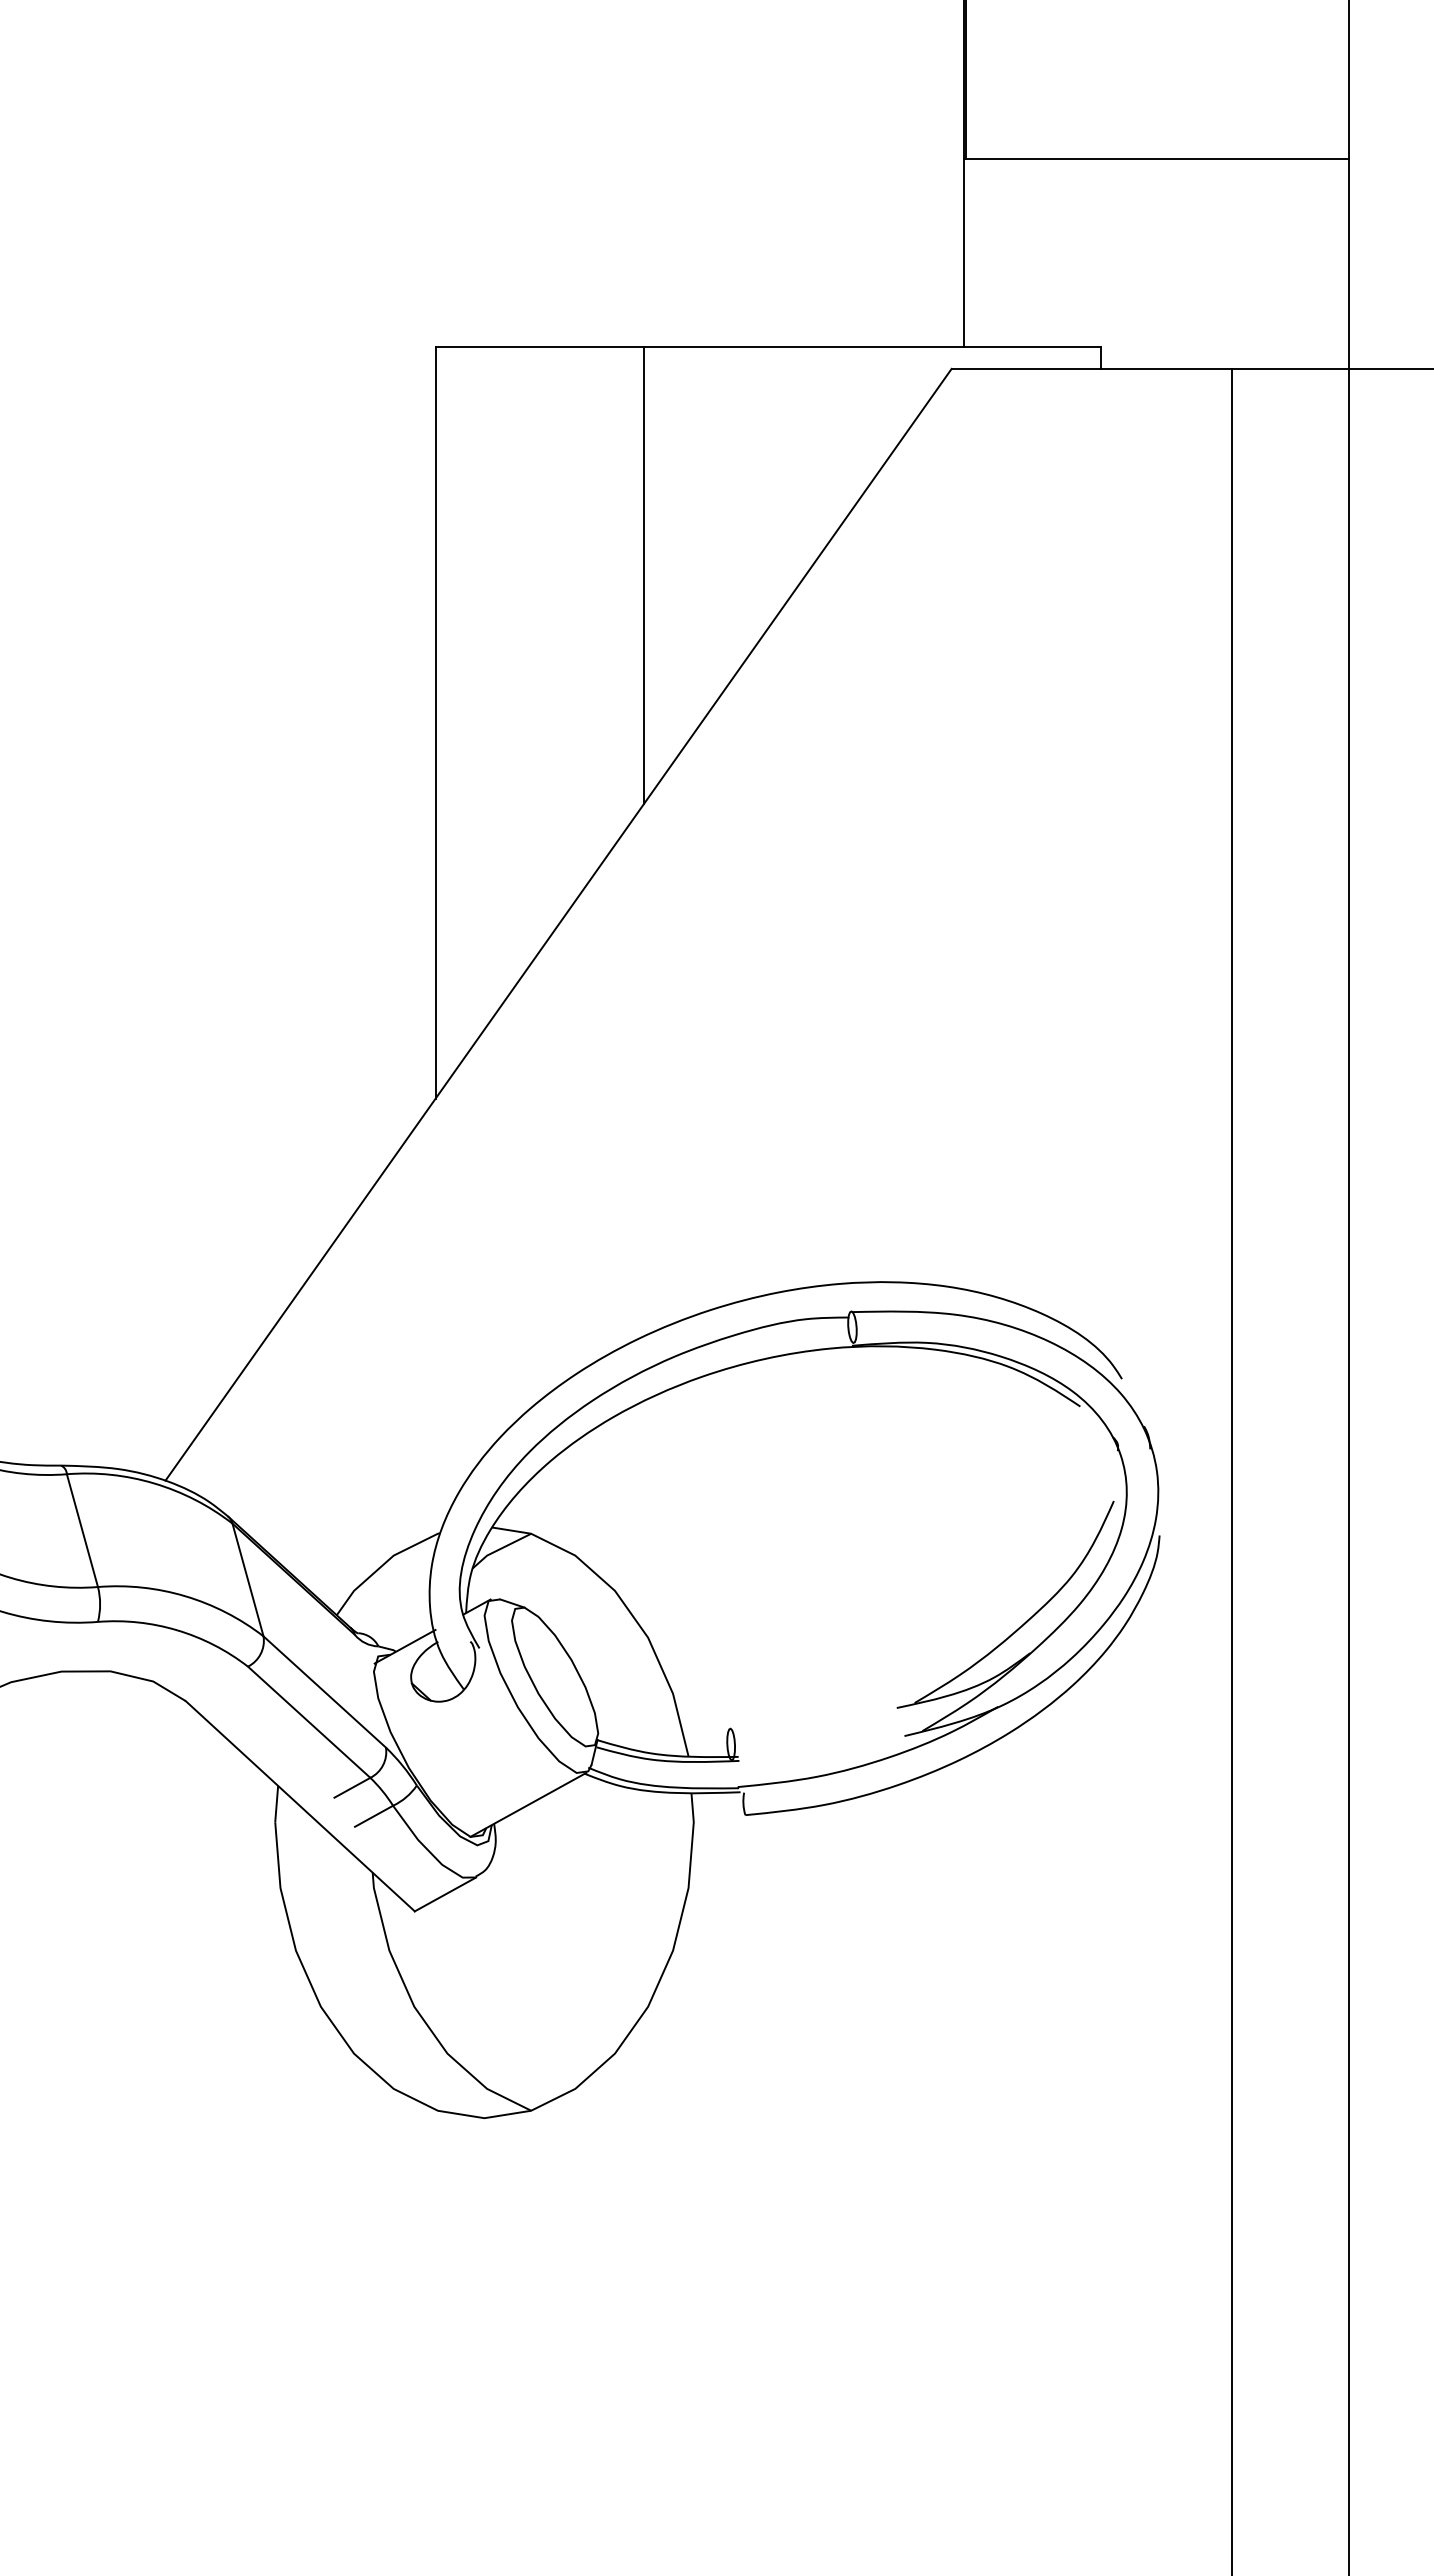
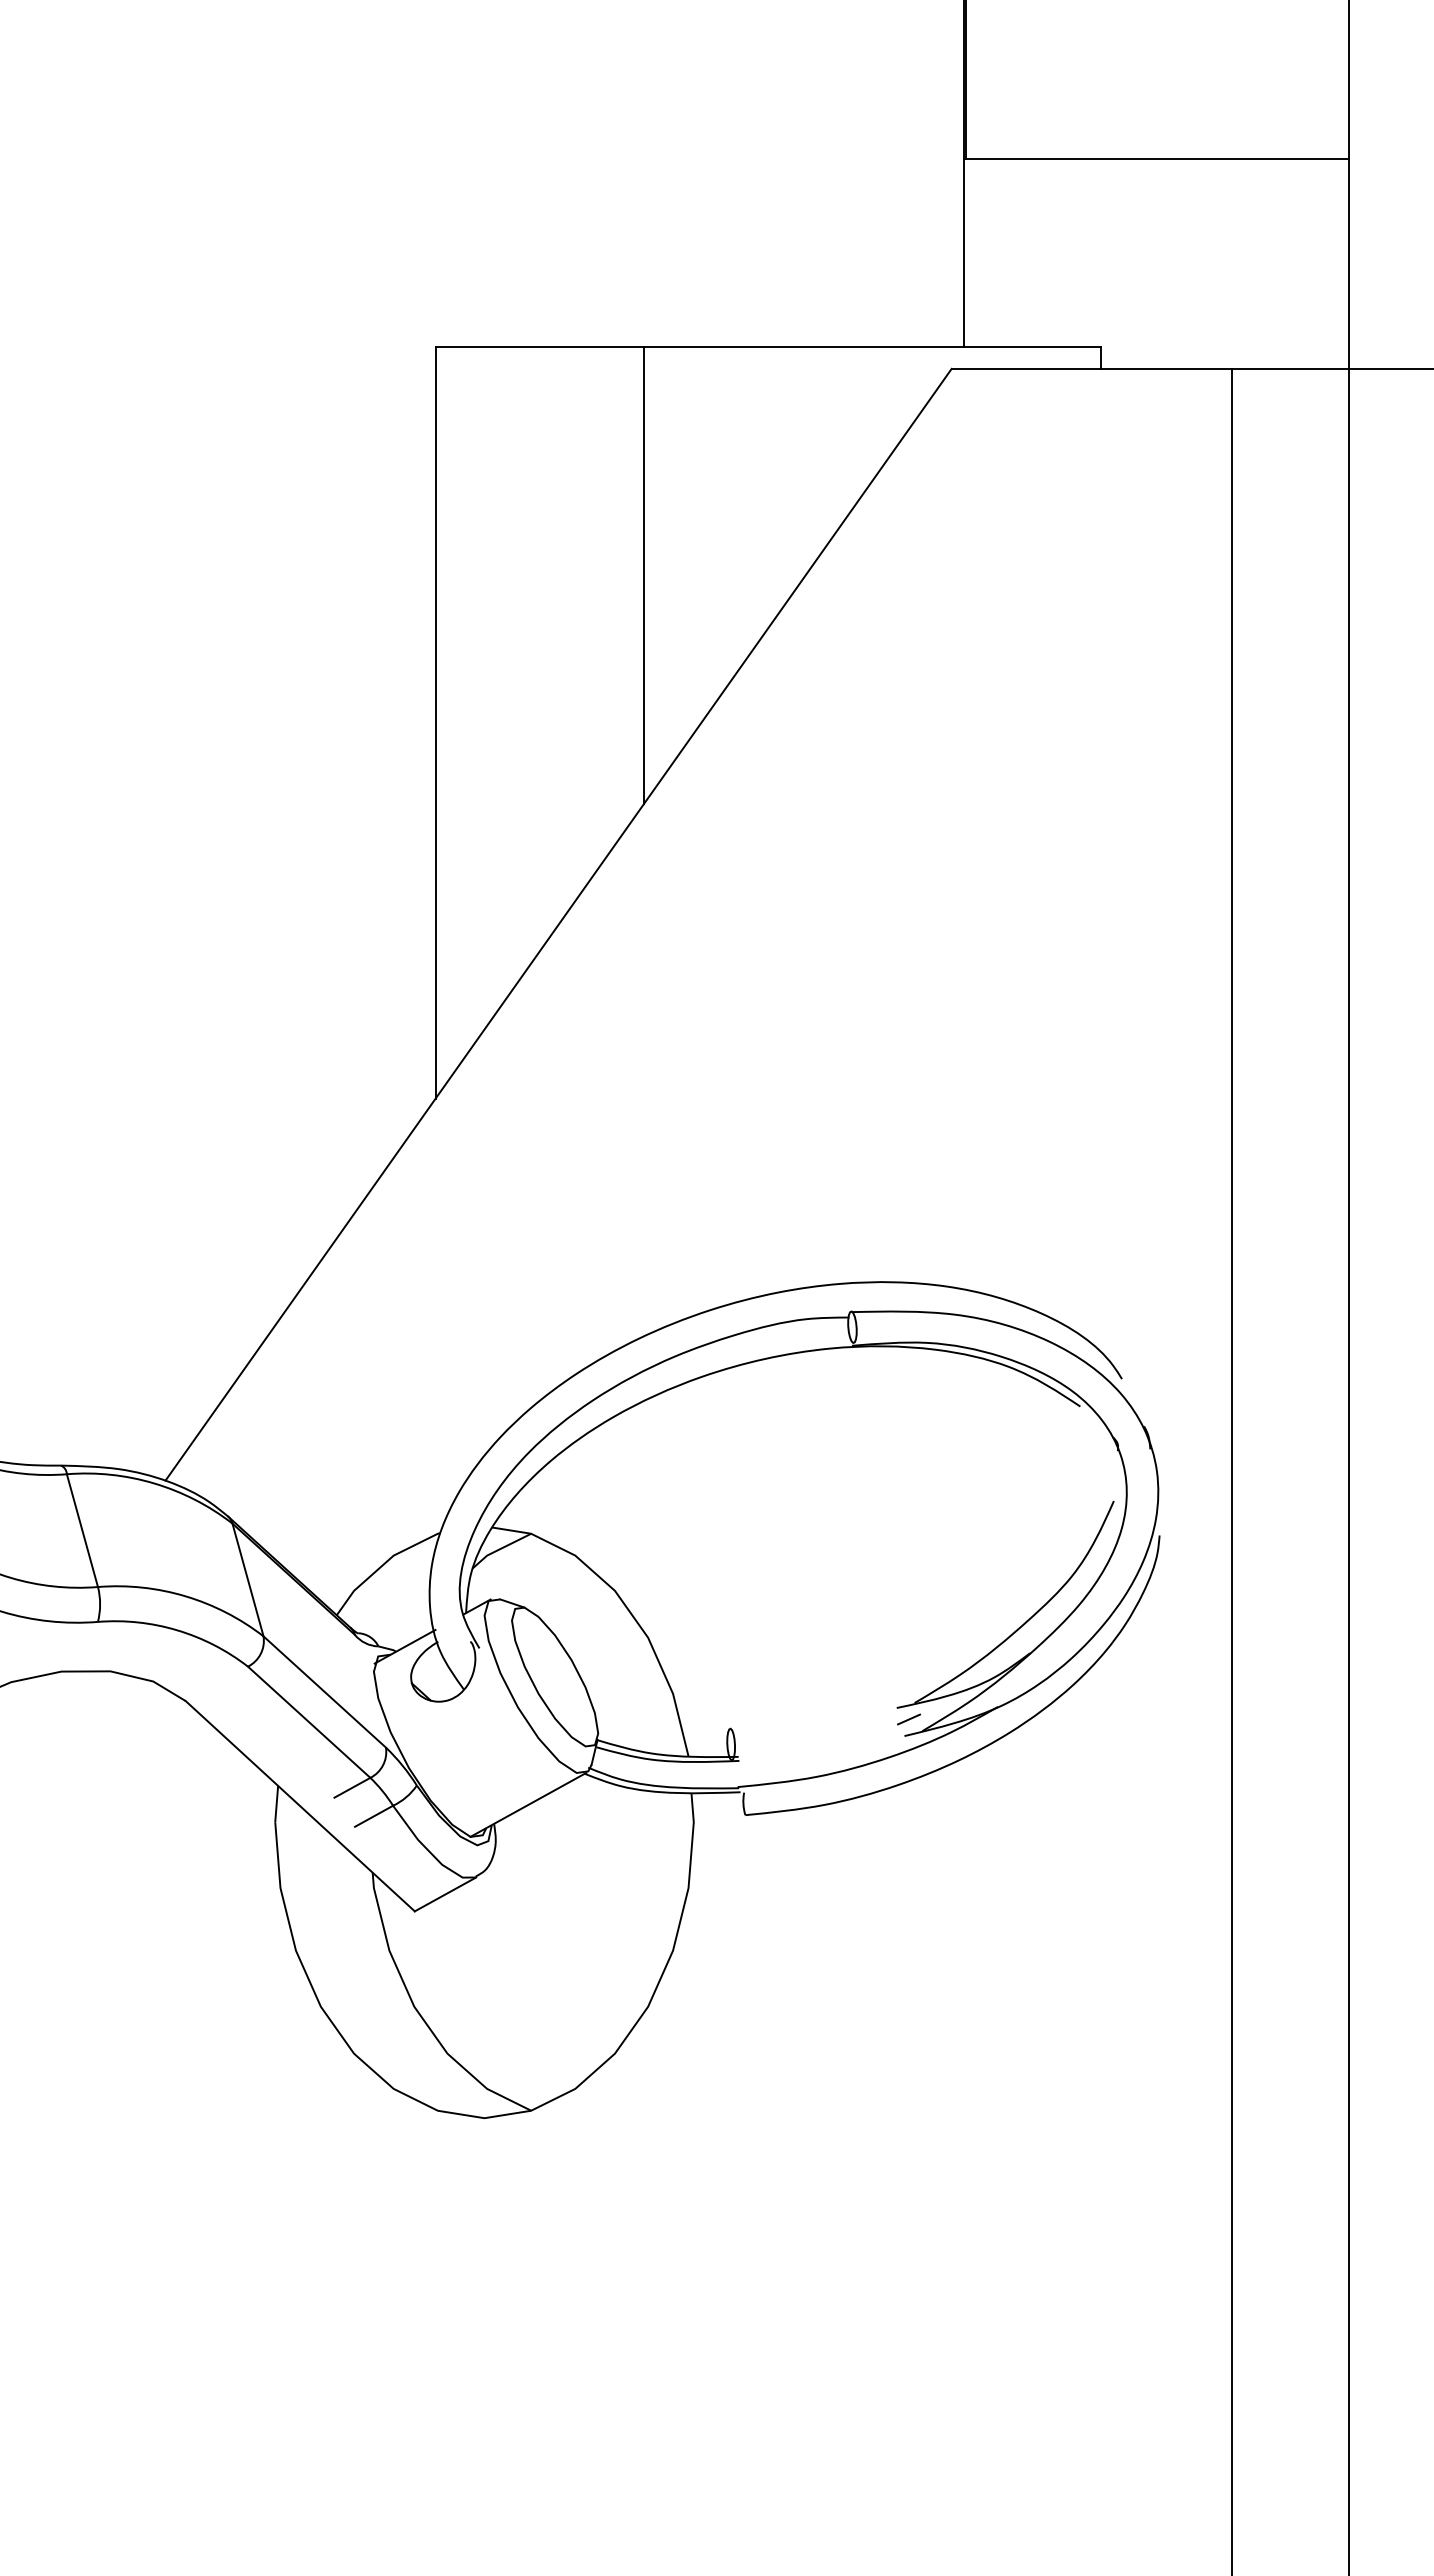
line at (909, 1719): none -> present
